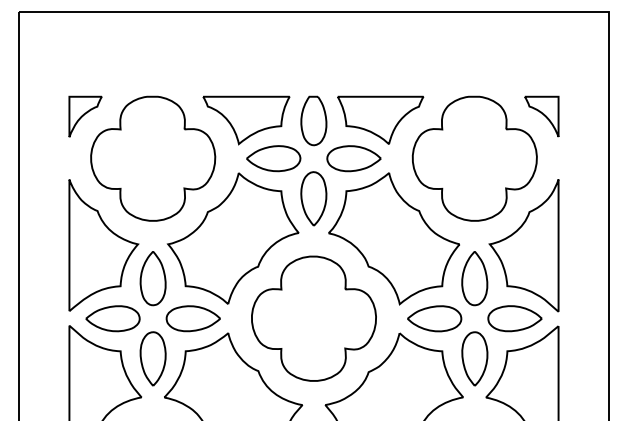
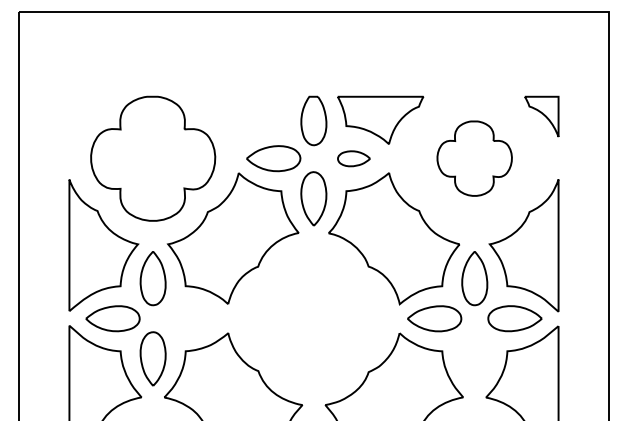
part at (85, 116): present -> none
part at (246, 120): present -> none
part at (353, 158) size: 56x28 px -> 34x18 px
part at (474, 158) size: 127x127 px -> 77x77 px
part at (192, 318): present -> none
part at (313, 318): present -> none
part at (474, 358): present -> none
